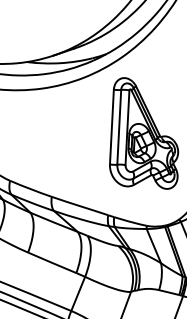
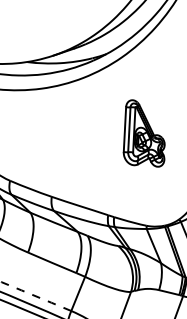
part at (144, 133) size: 71x113 px -> 44x69 px
arc at (35, 295): solid -> dashed
